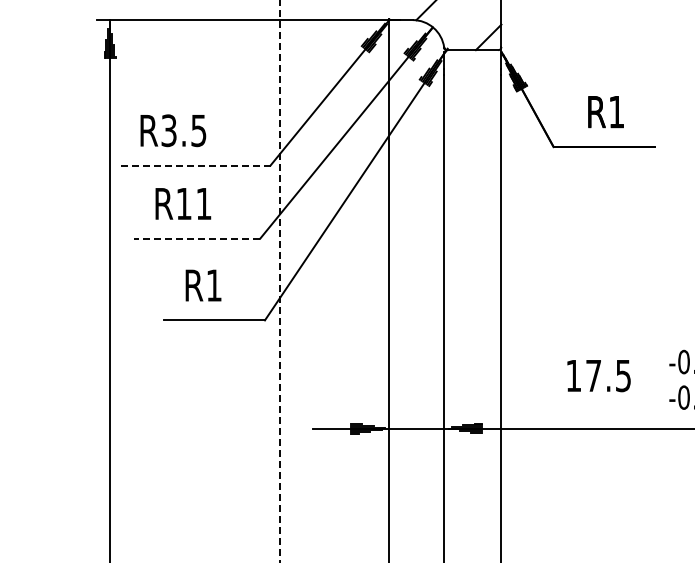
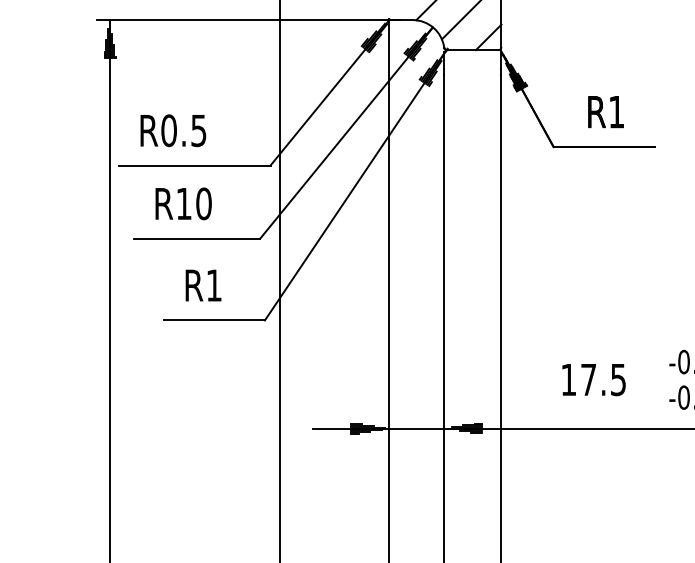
line at (459, 20): none -> present
text at (168, 130): R3.5 -> R0.5
line at (194, 165): dashed -> solid
text at (203, 203): R11 -> R10
line at (196, 238): dashed -> solid
line at (279, 281): dashed -> solid
text at (598, 376) position: (598, 376) -> (593, 380)
